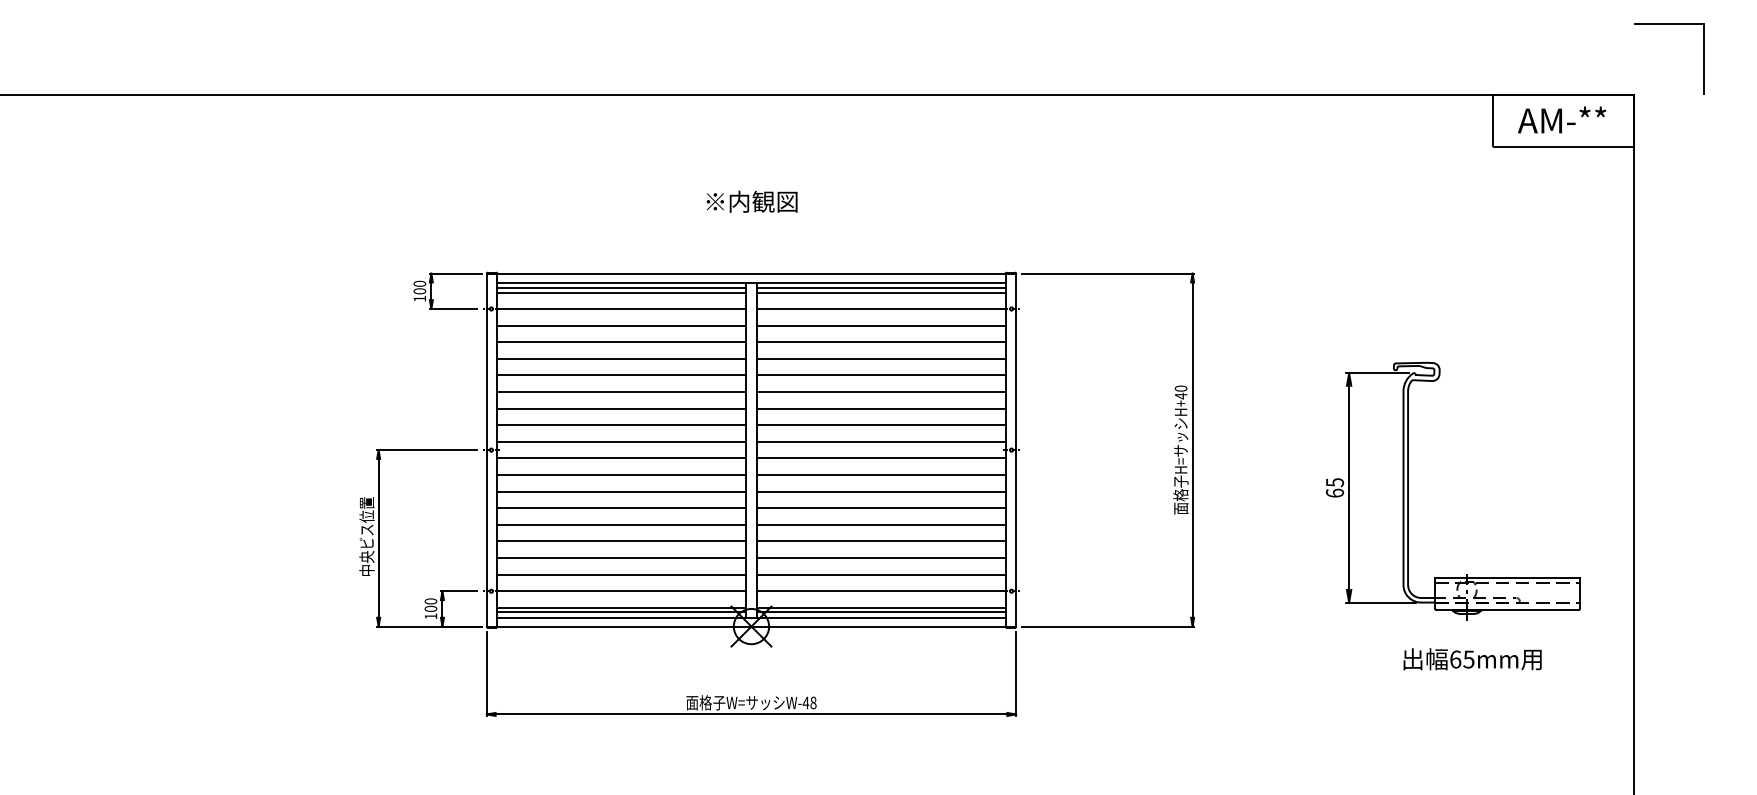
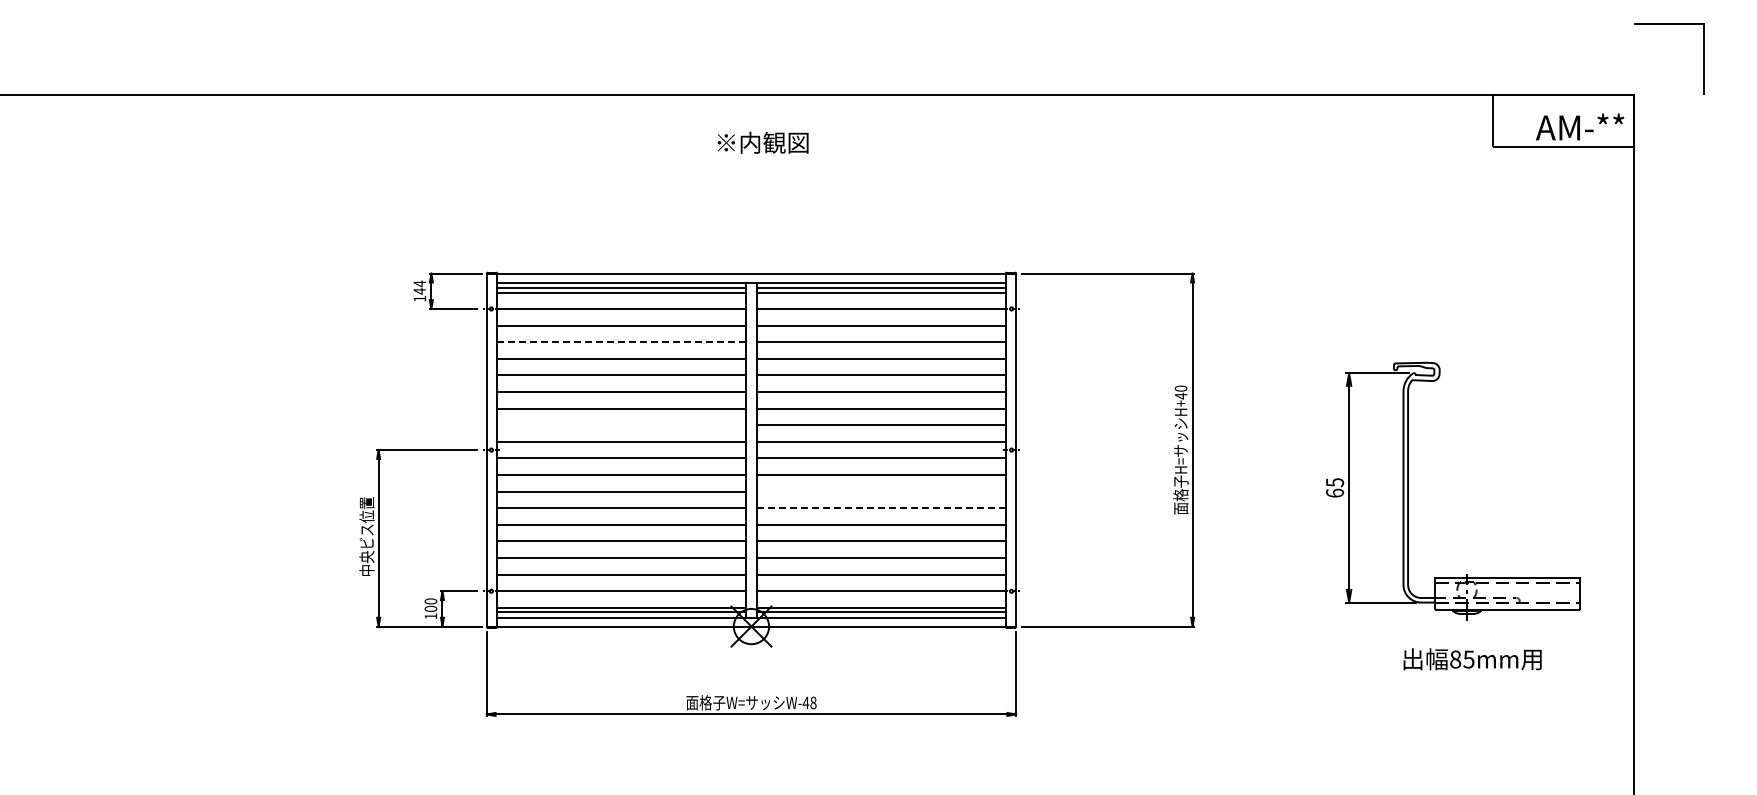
text at (1562, 119) position: (1562, 119) -> (1580, 126)
text at (751, 201) position: (751, 201) -> (762, 142)
text at (419, 287): 100 -> 144
line at (622, 342): solid -> dashed
line at (621, 425): present -> none
line at (880, 491): present -> none
line at (881, 508): solid -> dashed
text at (1455, 659): 65mm -> 85mm
